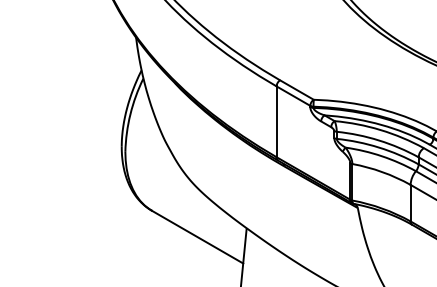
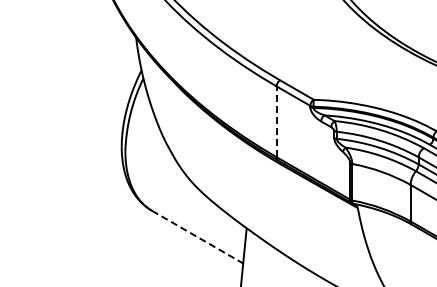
line at (276, 121): solid -> dashed
line at (197, 237): solid -> dashed
